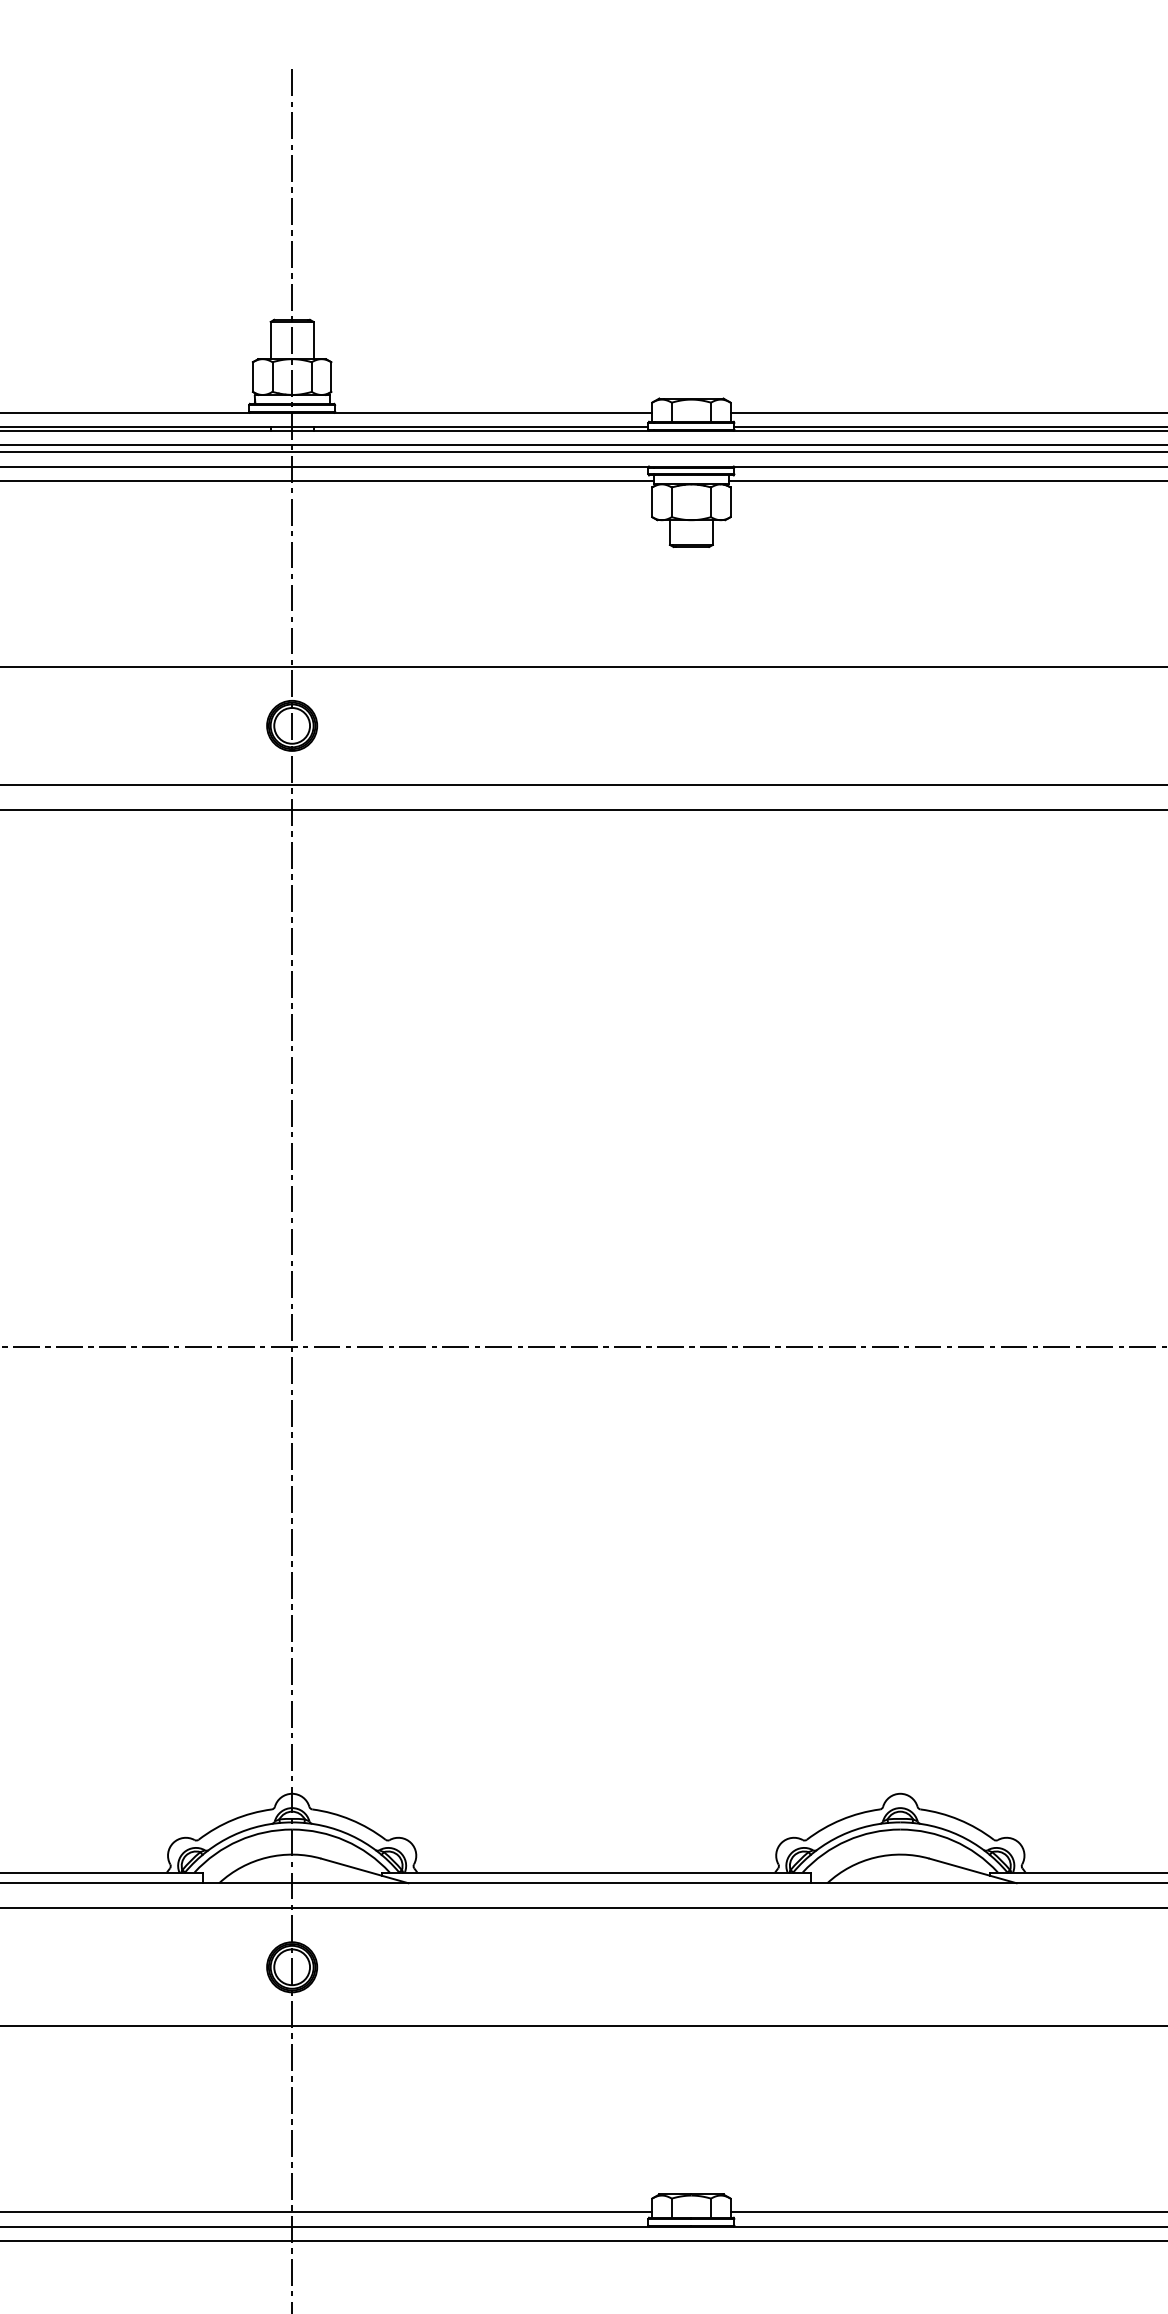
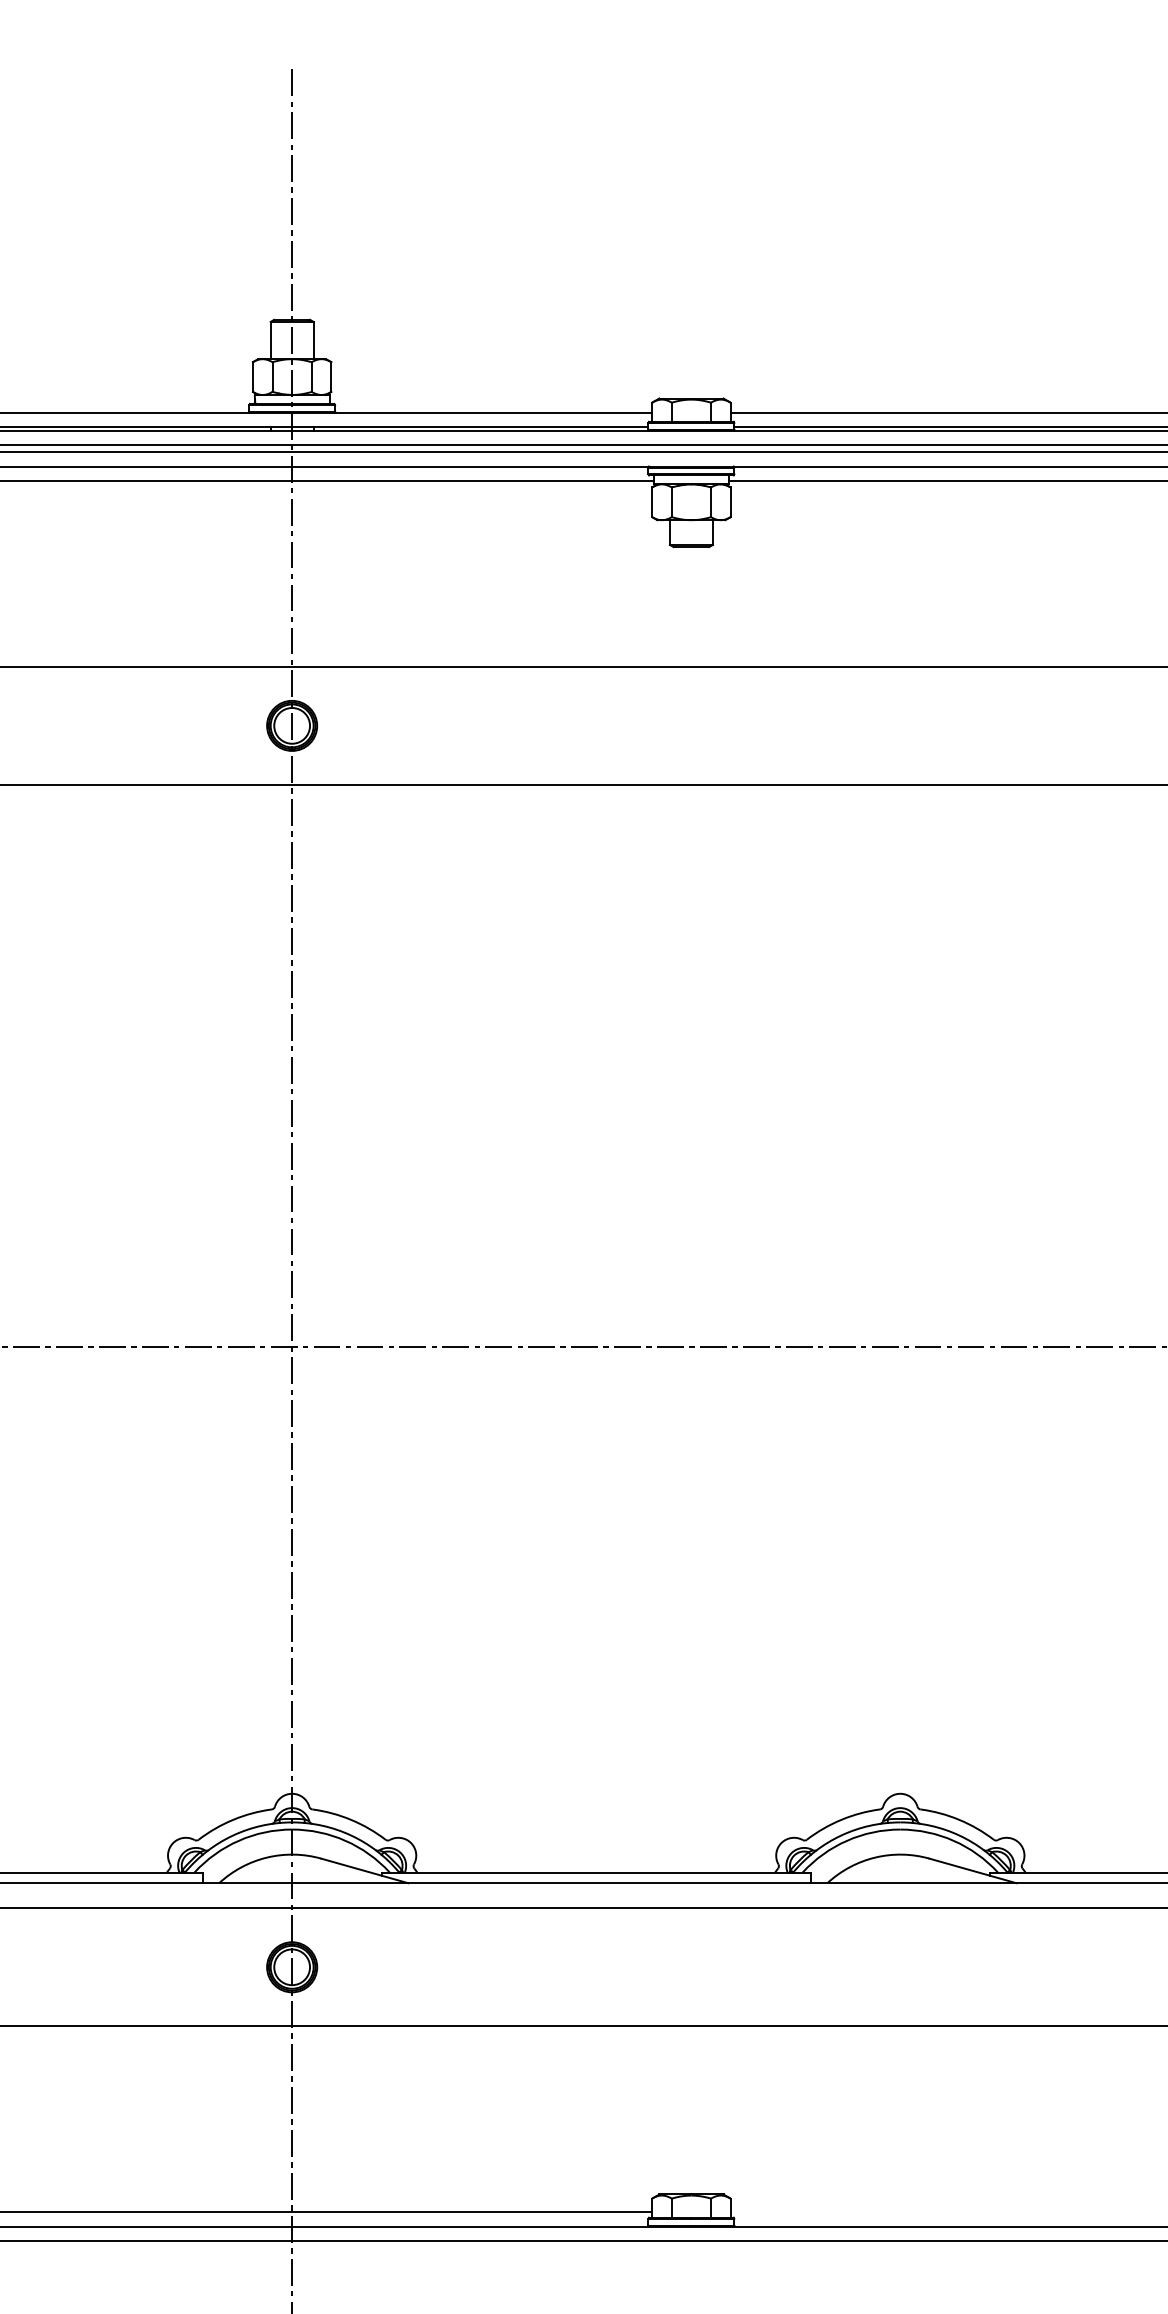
line at (583, 809): present -> none
line at (947, 2212): present -> none
